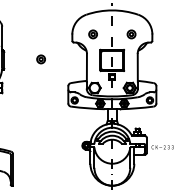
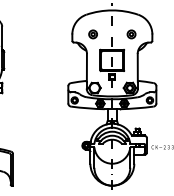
part at (40, 59): present -> none
